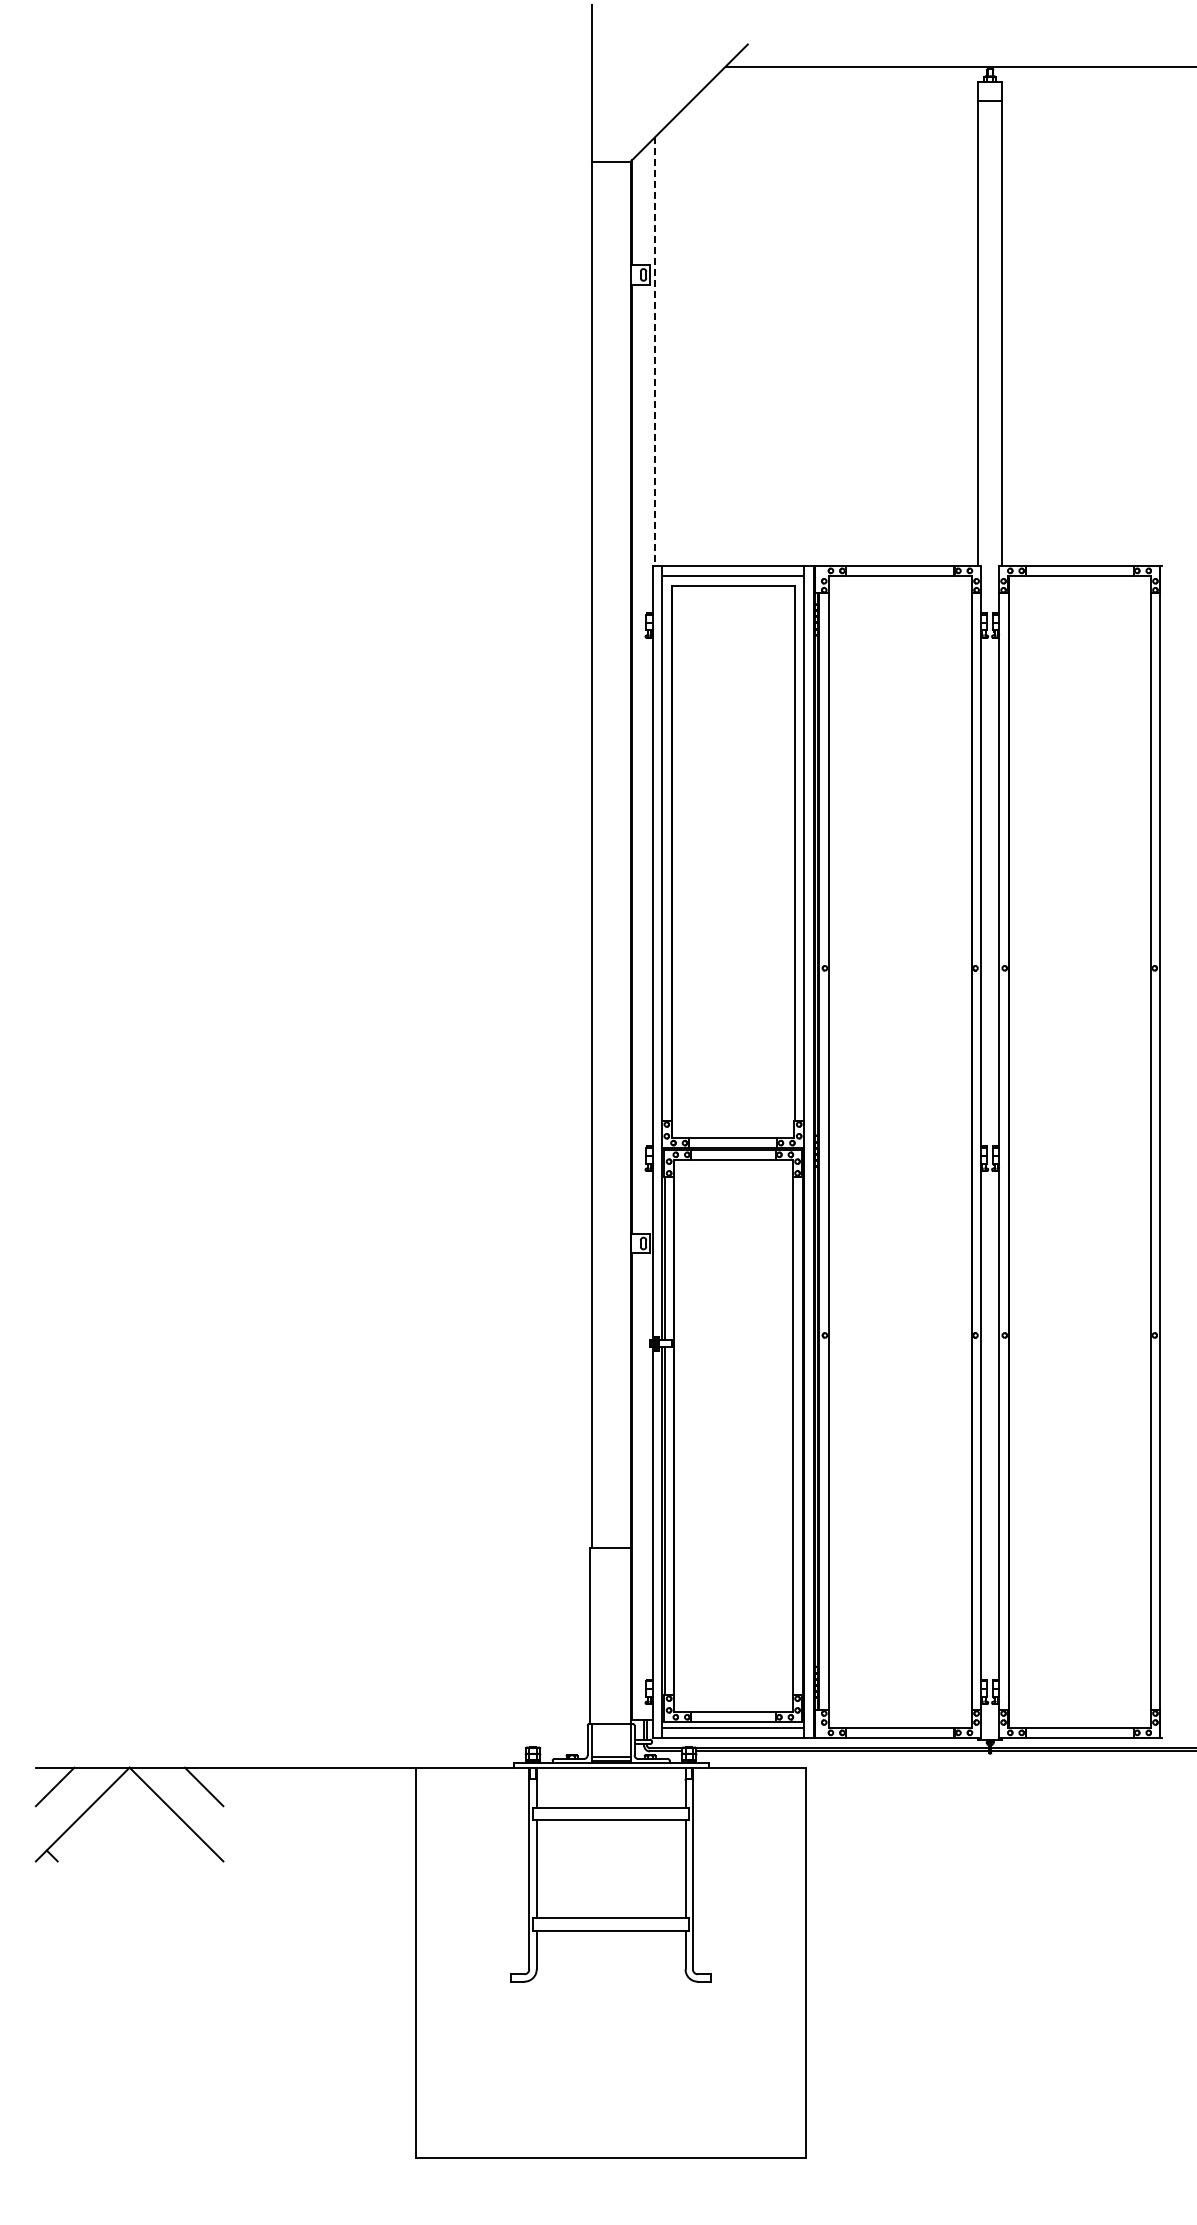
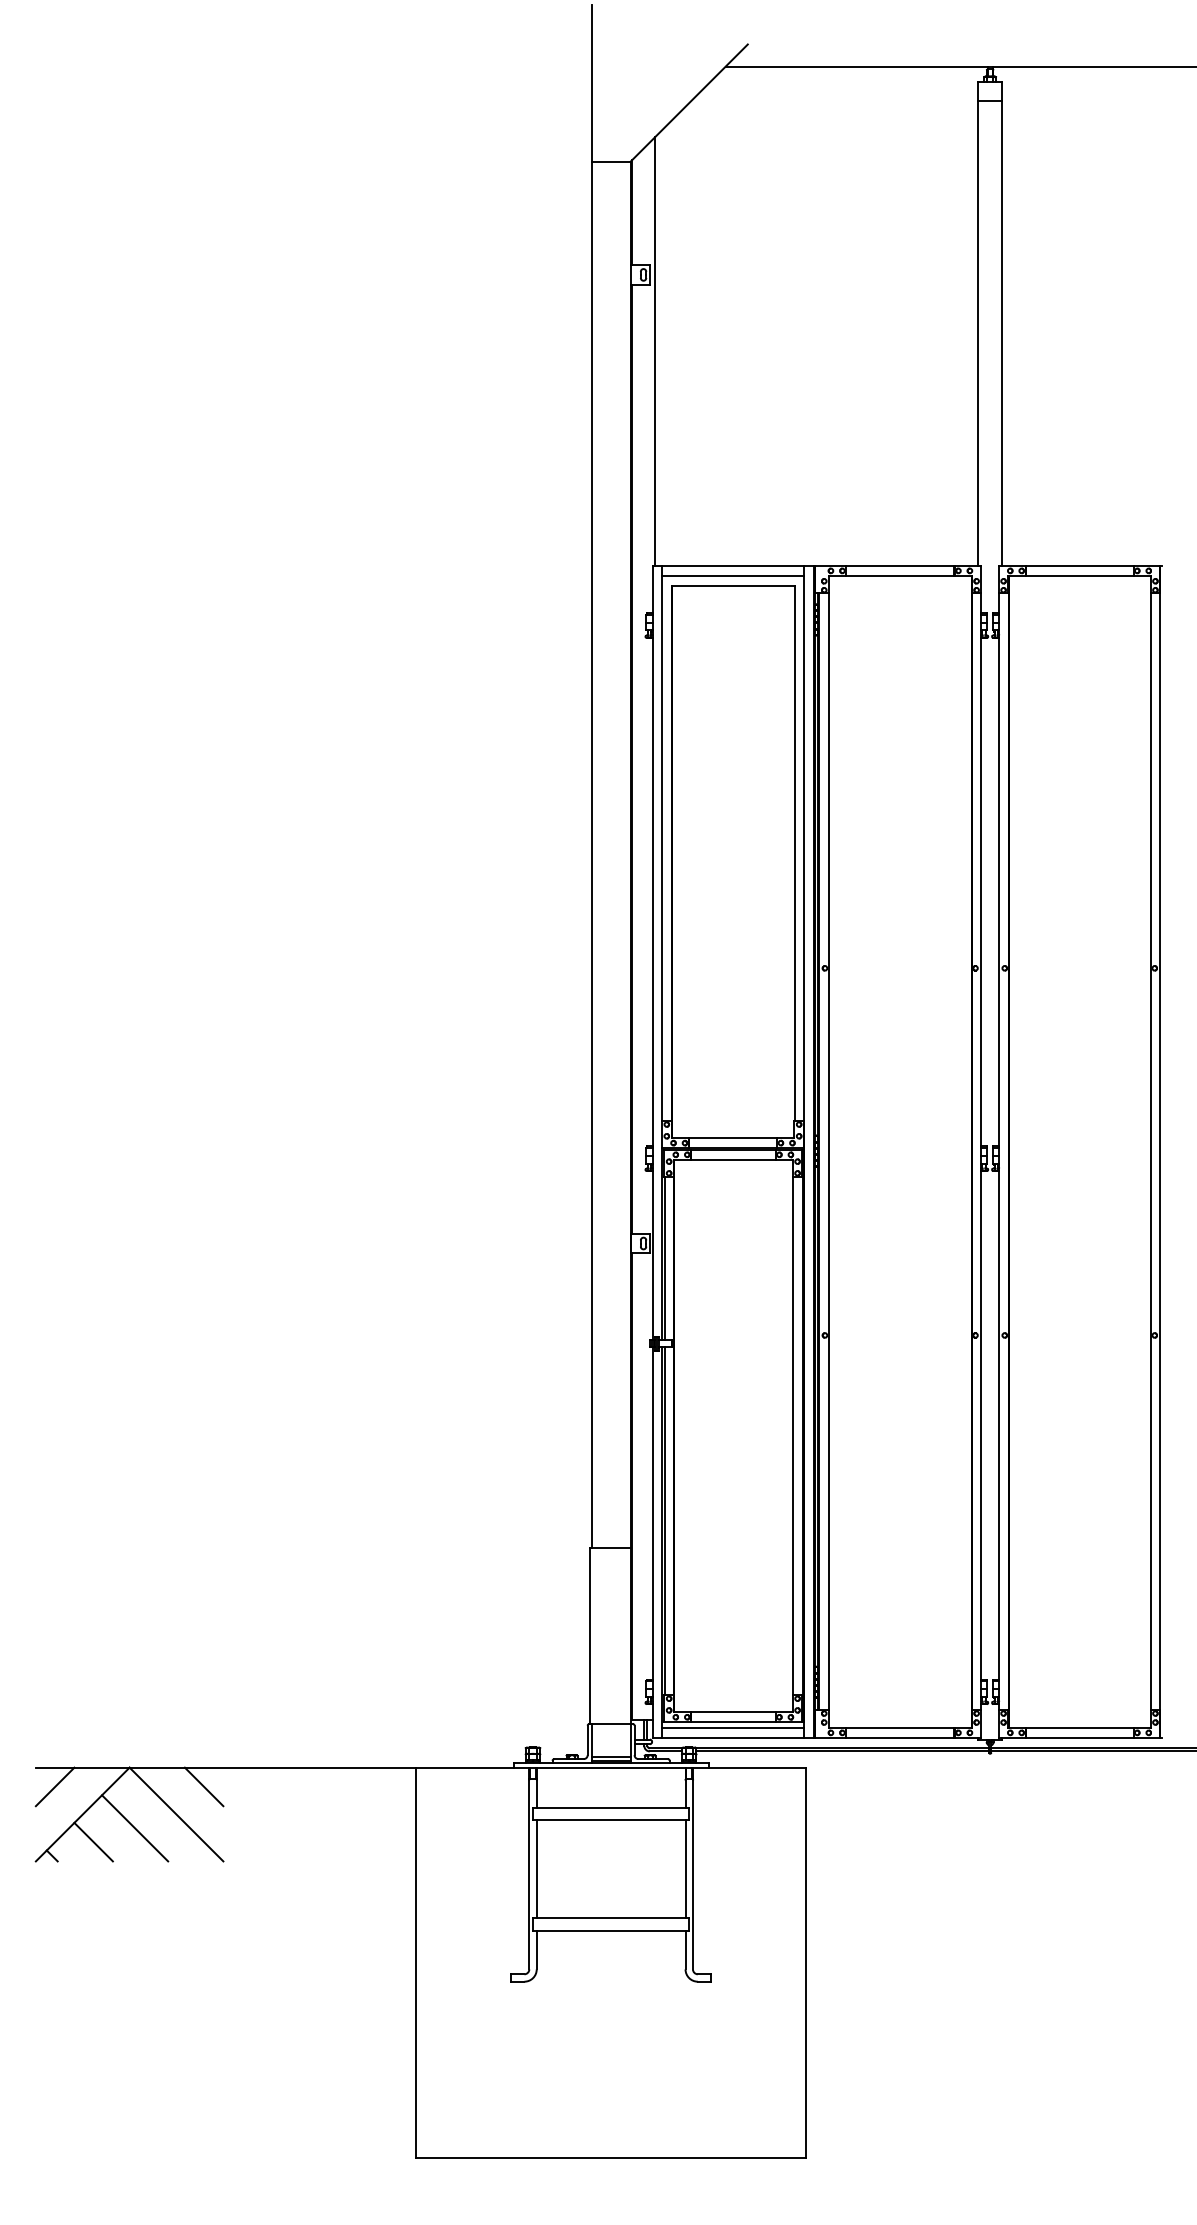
line at (655, 351): dashed -> solid
line at (135, 1828): none -> present
line at (93, 1841): none -> present
